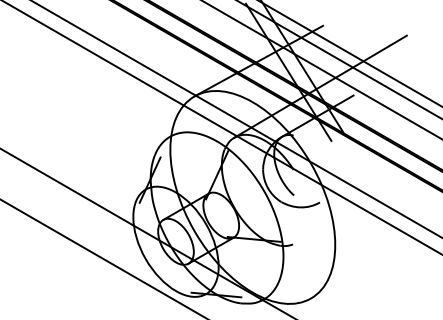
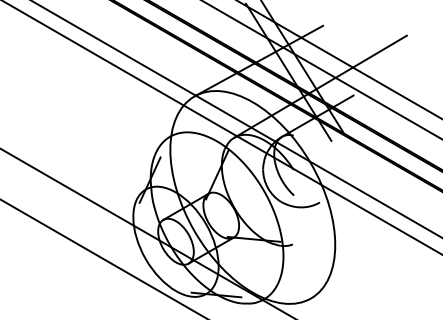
line at (350, 53): present -> none
